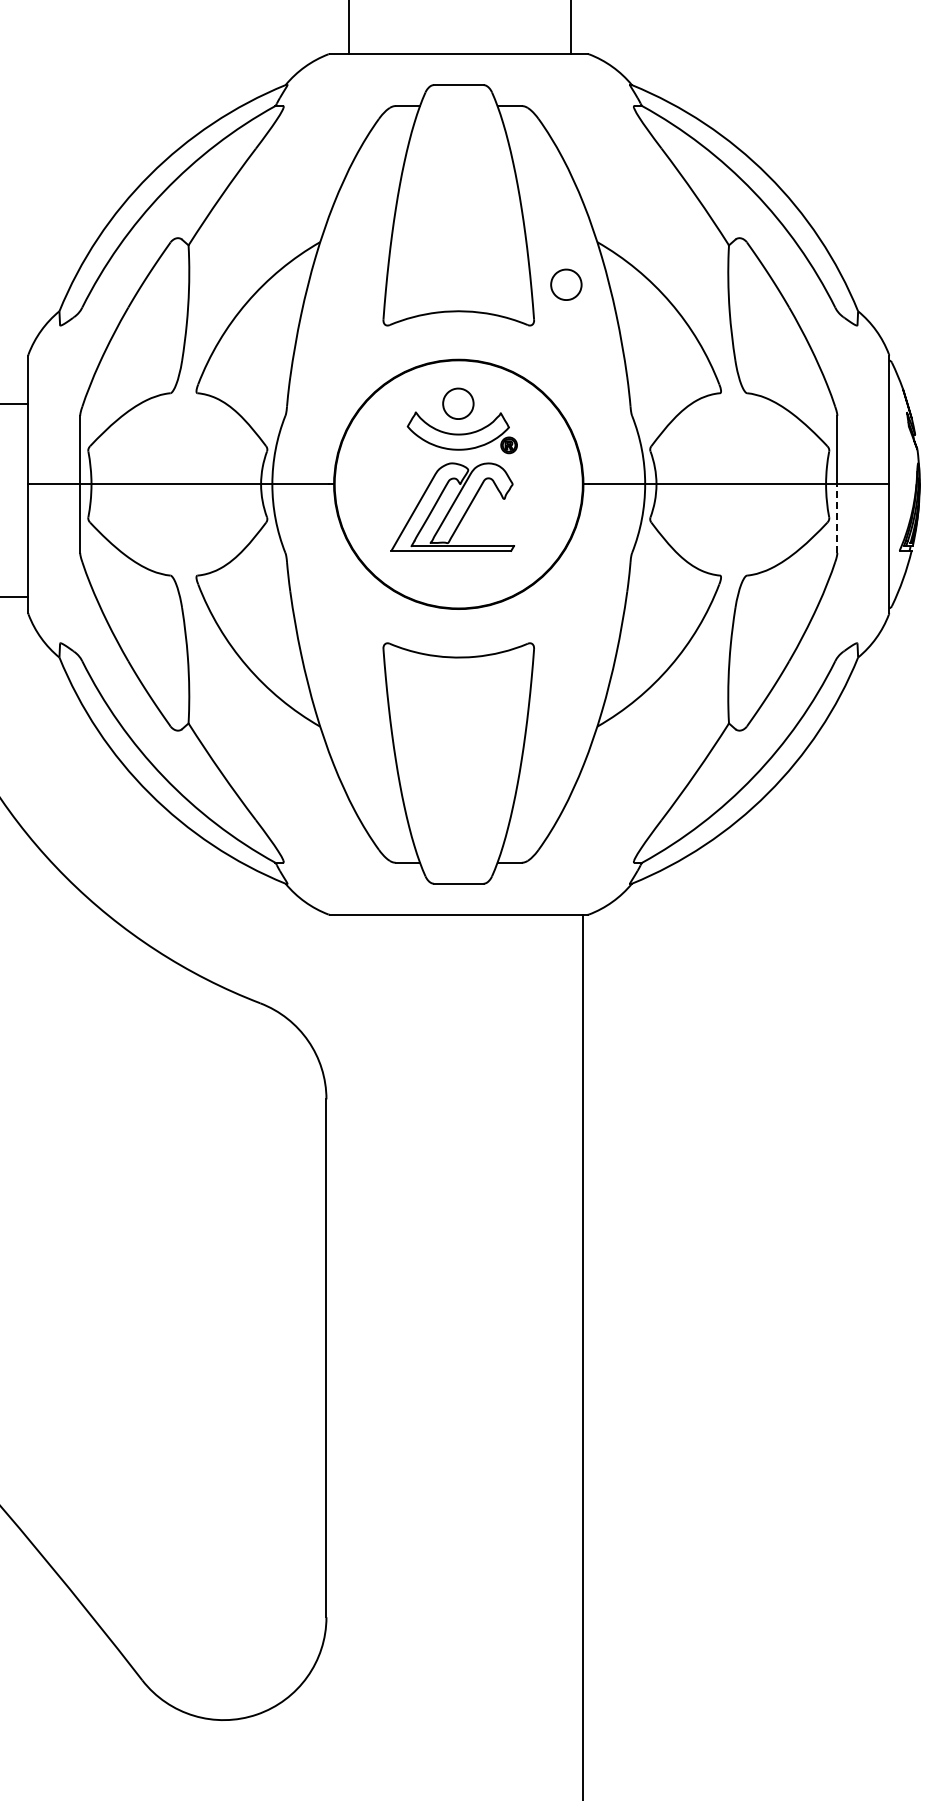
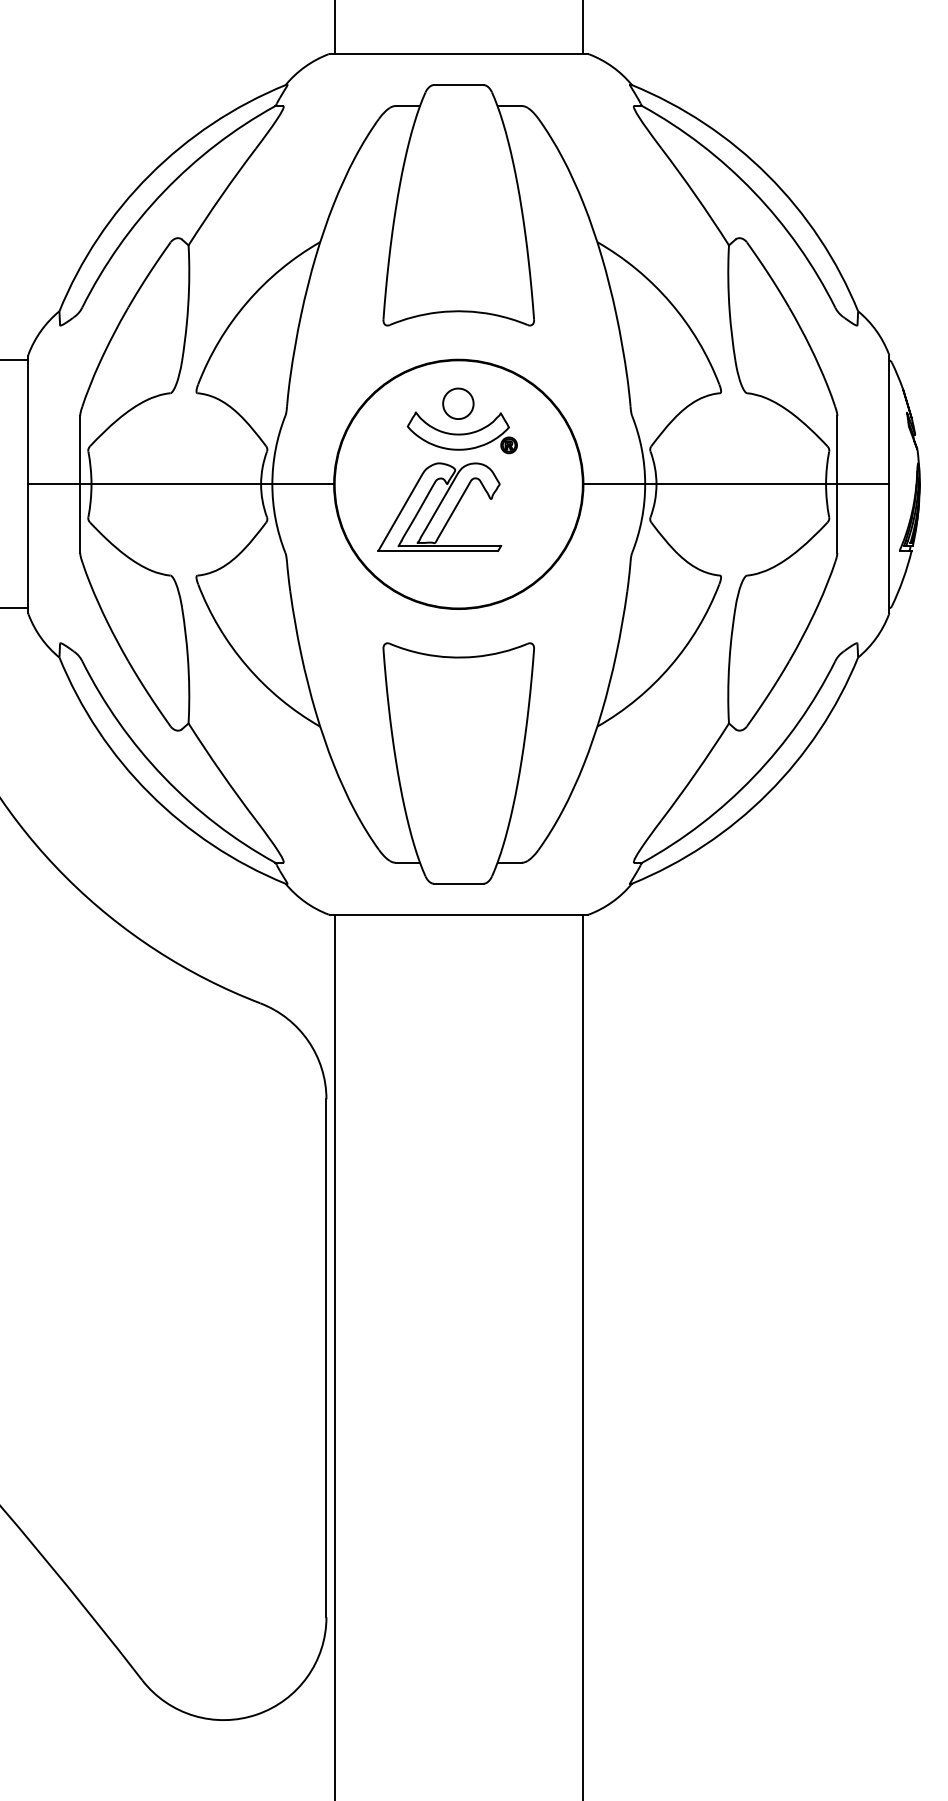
line at (348, 28) position: (348, 28) -> (334, 28)
line at (570, 28) position: (570, 28) -> (582, 28)
part at (566, 284): present -> none
line at (15, 404) position: (15, 404) -> (15, 360)
part at (452, 506) position: (452, 506) -> (439, 506)
line at (837, 518): dashed -> solid
line at (15, 597) position: (15, 597) -> (15, 608)
line at (334, 1355): none -> present
